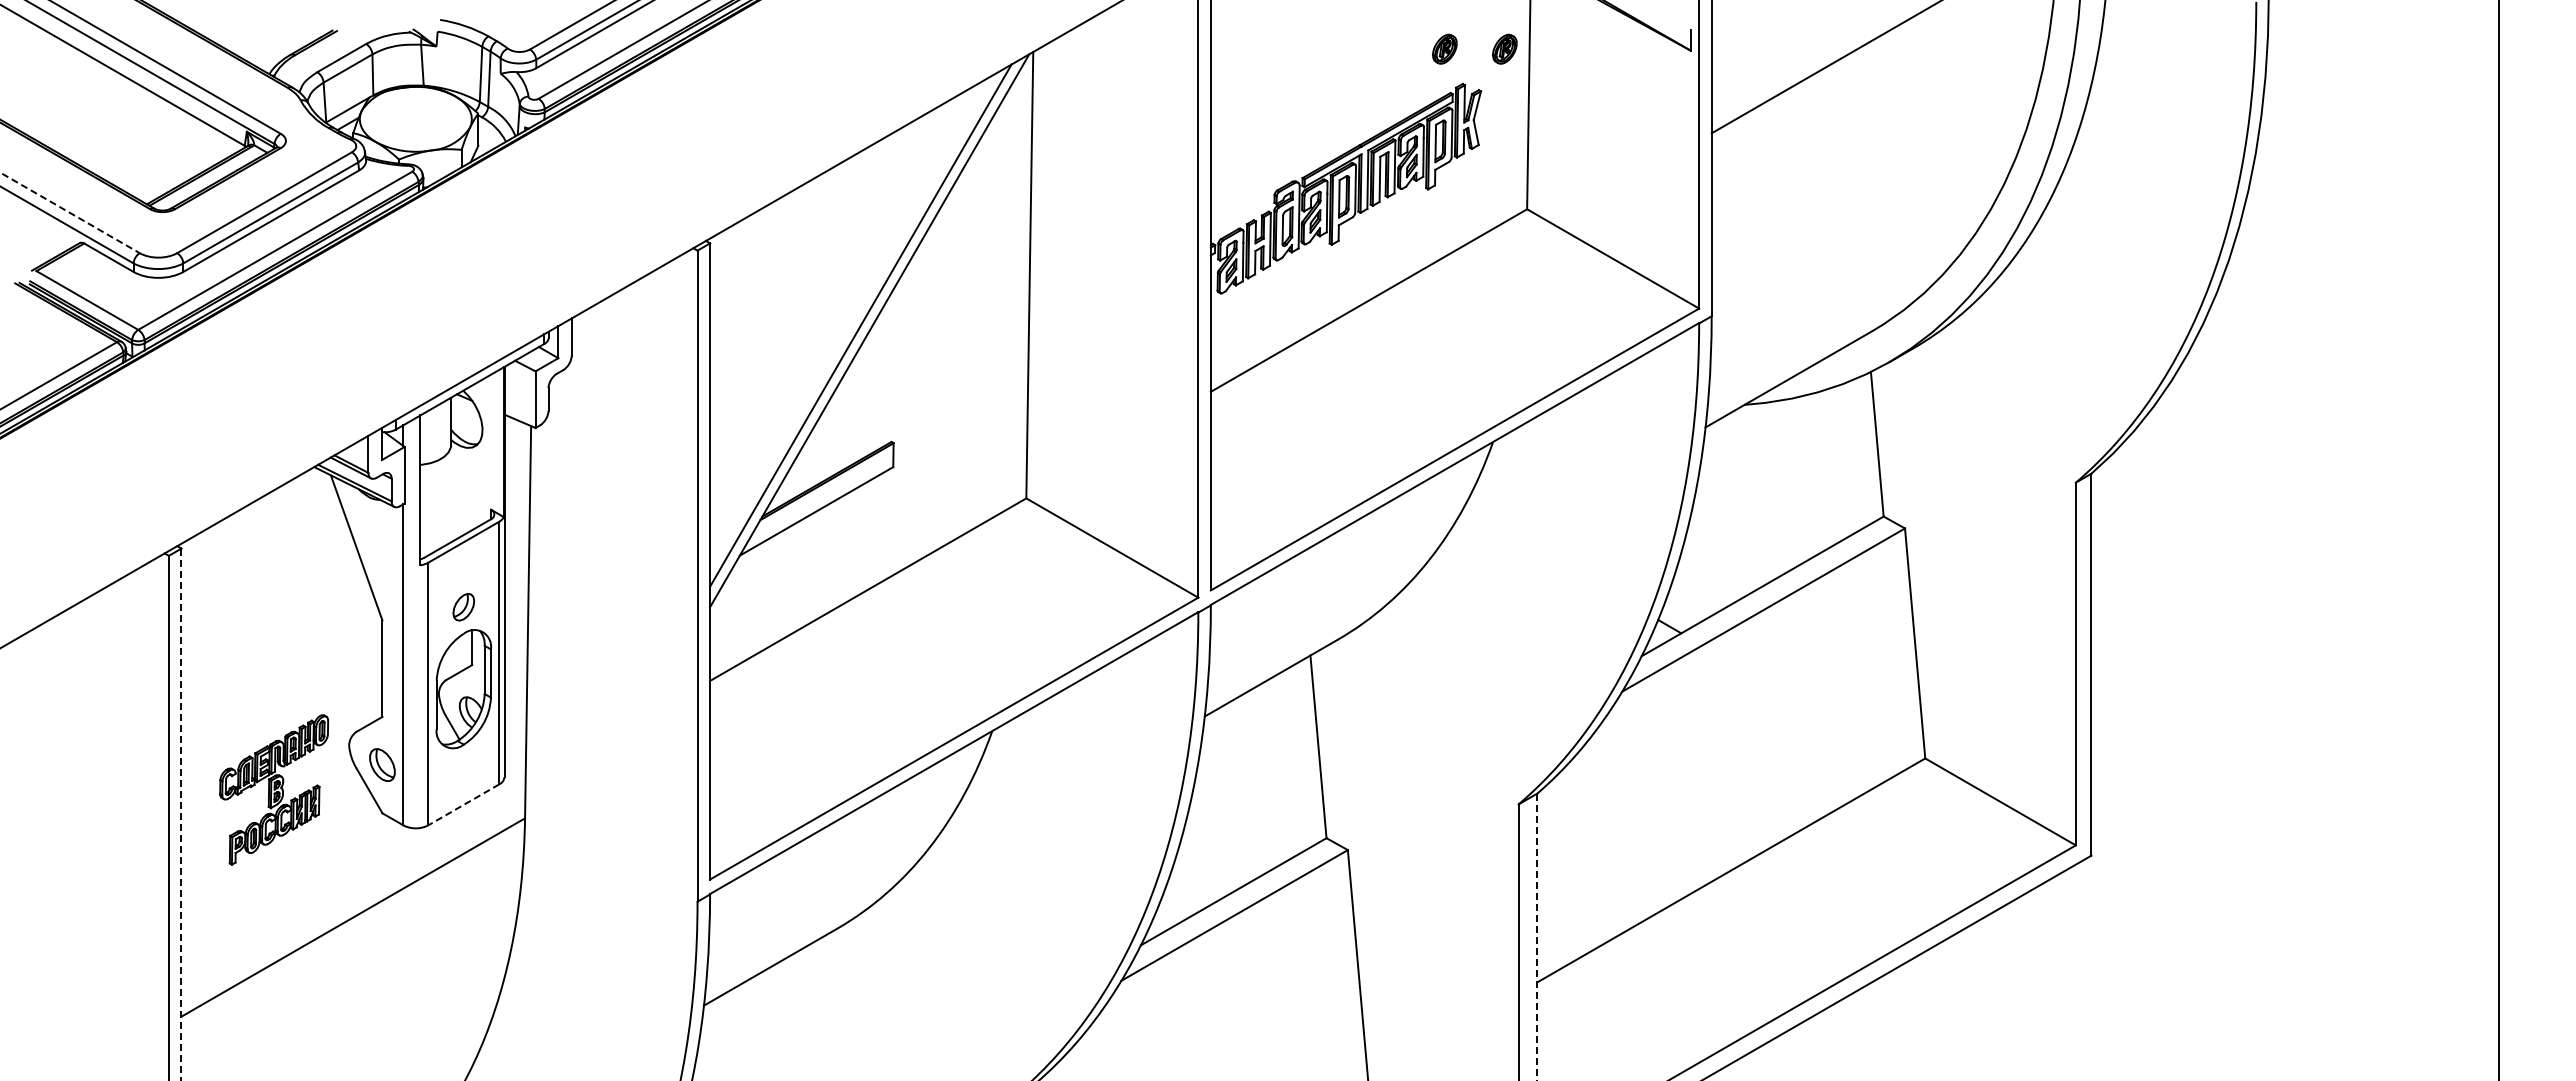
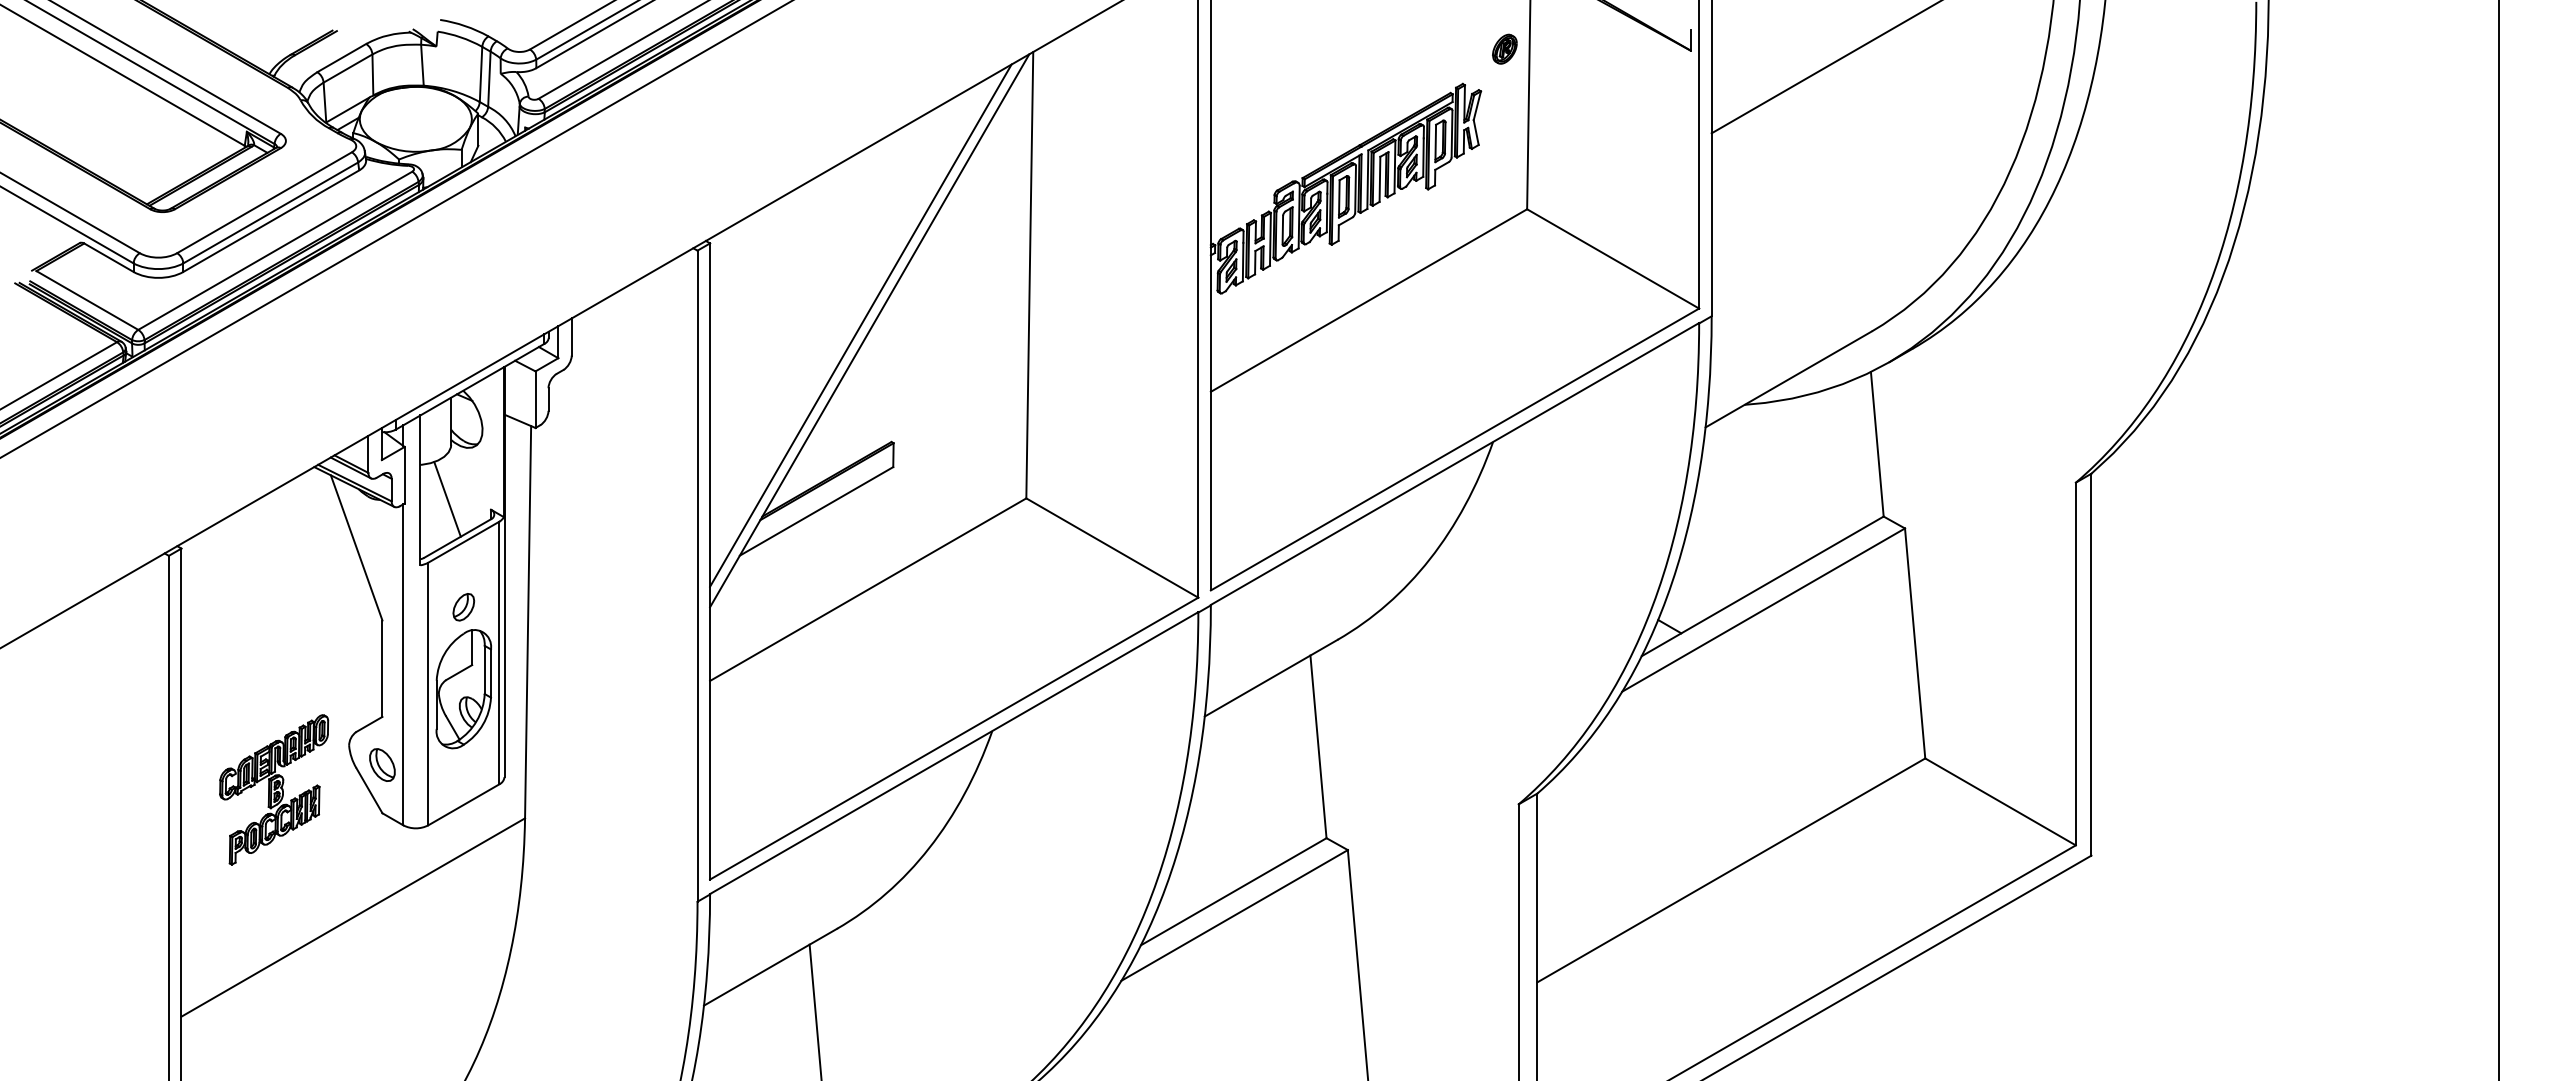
part at (1444, 48): present -> none
line at (70, 213): dashed -> solid
line at (396, 229): none -> present
line at (447, 499): none -> present
line at (463, 804): dashed -> solid
line at (181, 815): dashed -> solid
line at (1537, 937): dashed -> solid
line at (815, 1010): none -> present
